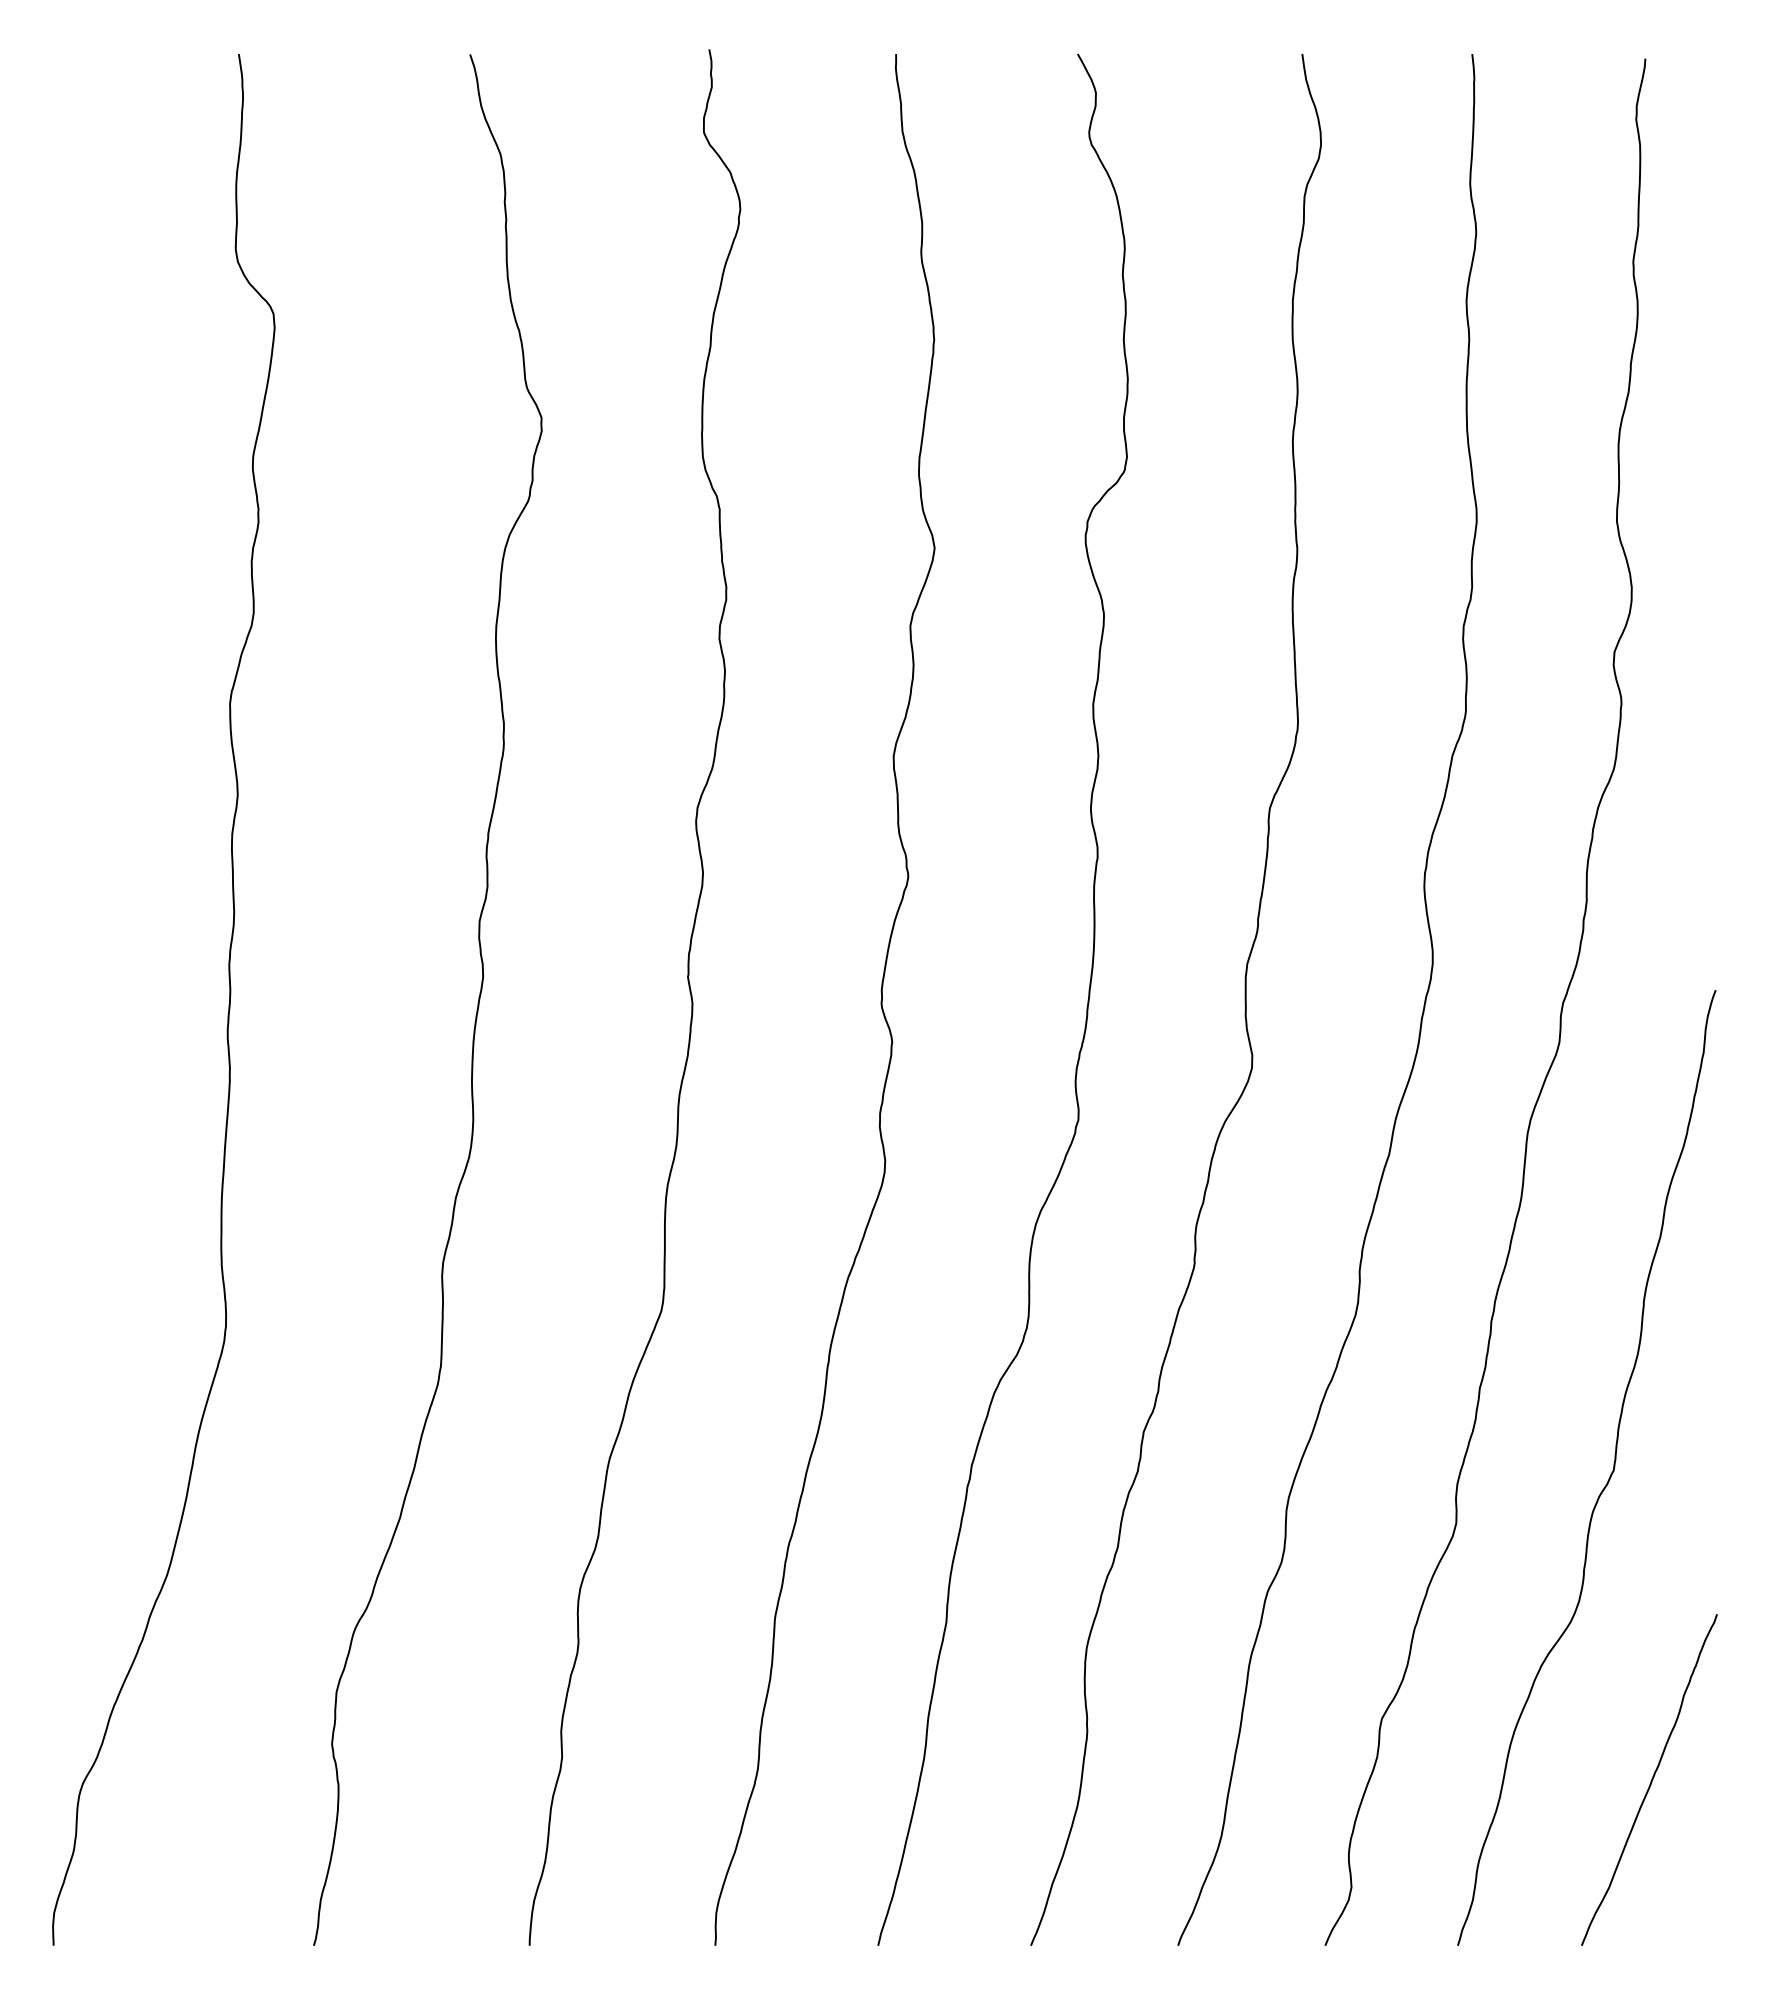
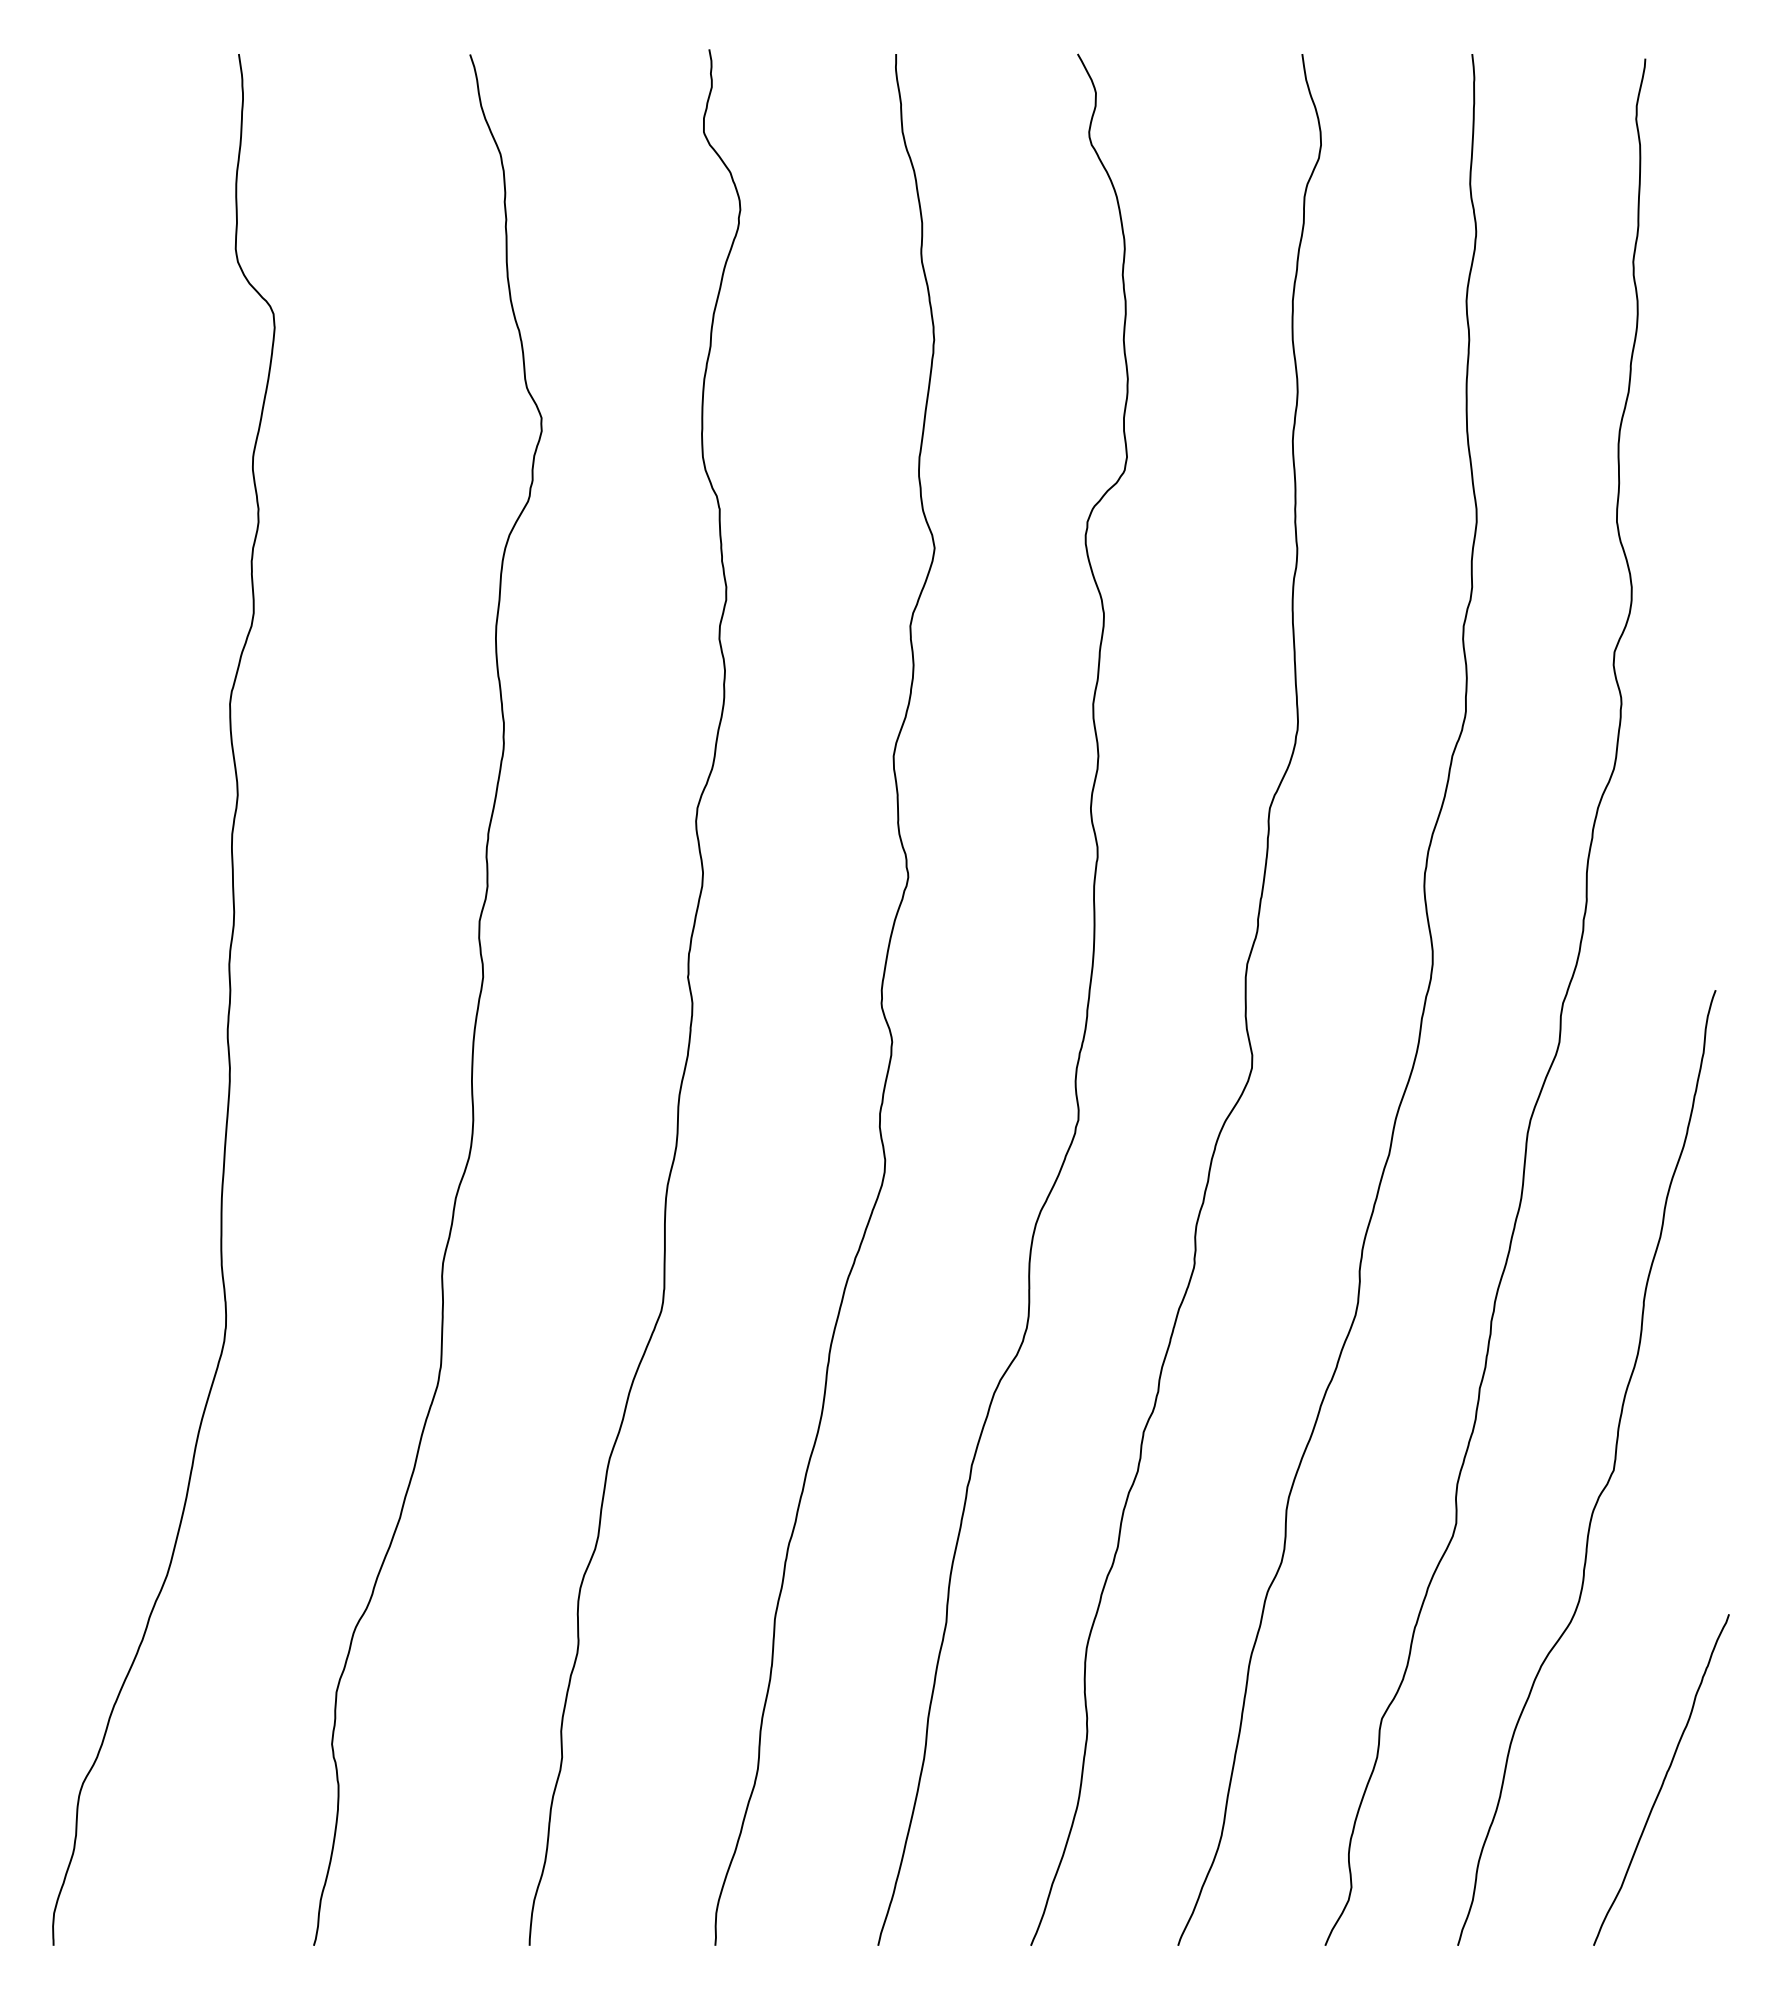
curve at (1651, 1779) position: (1651, 1779) -> (1663, 1779)
